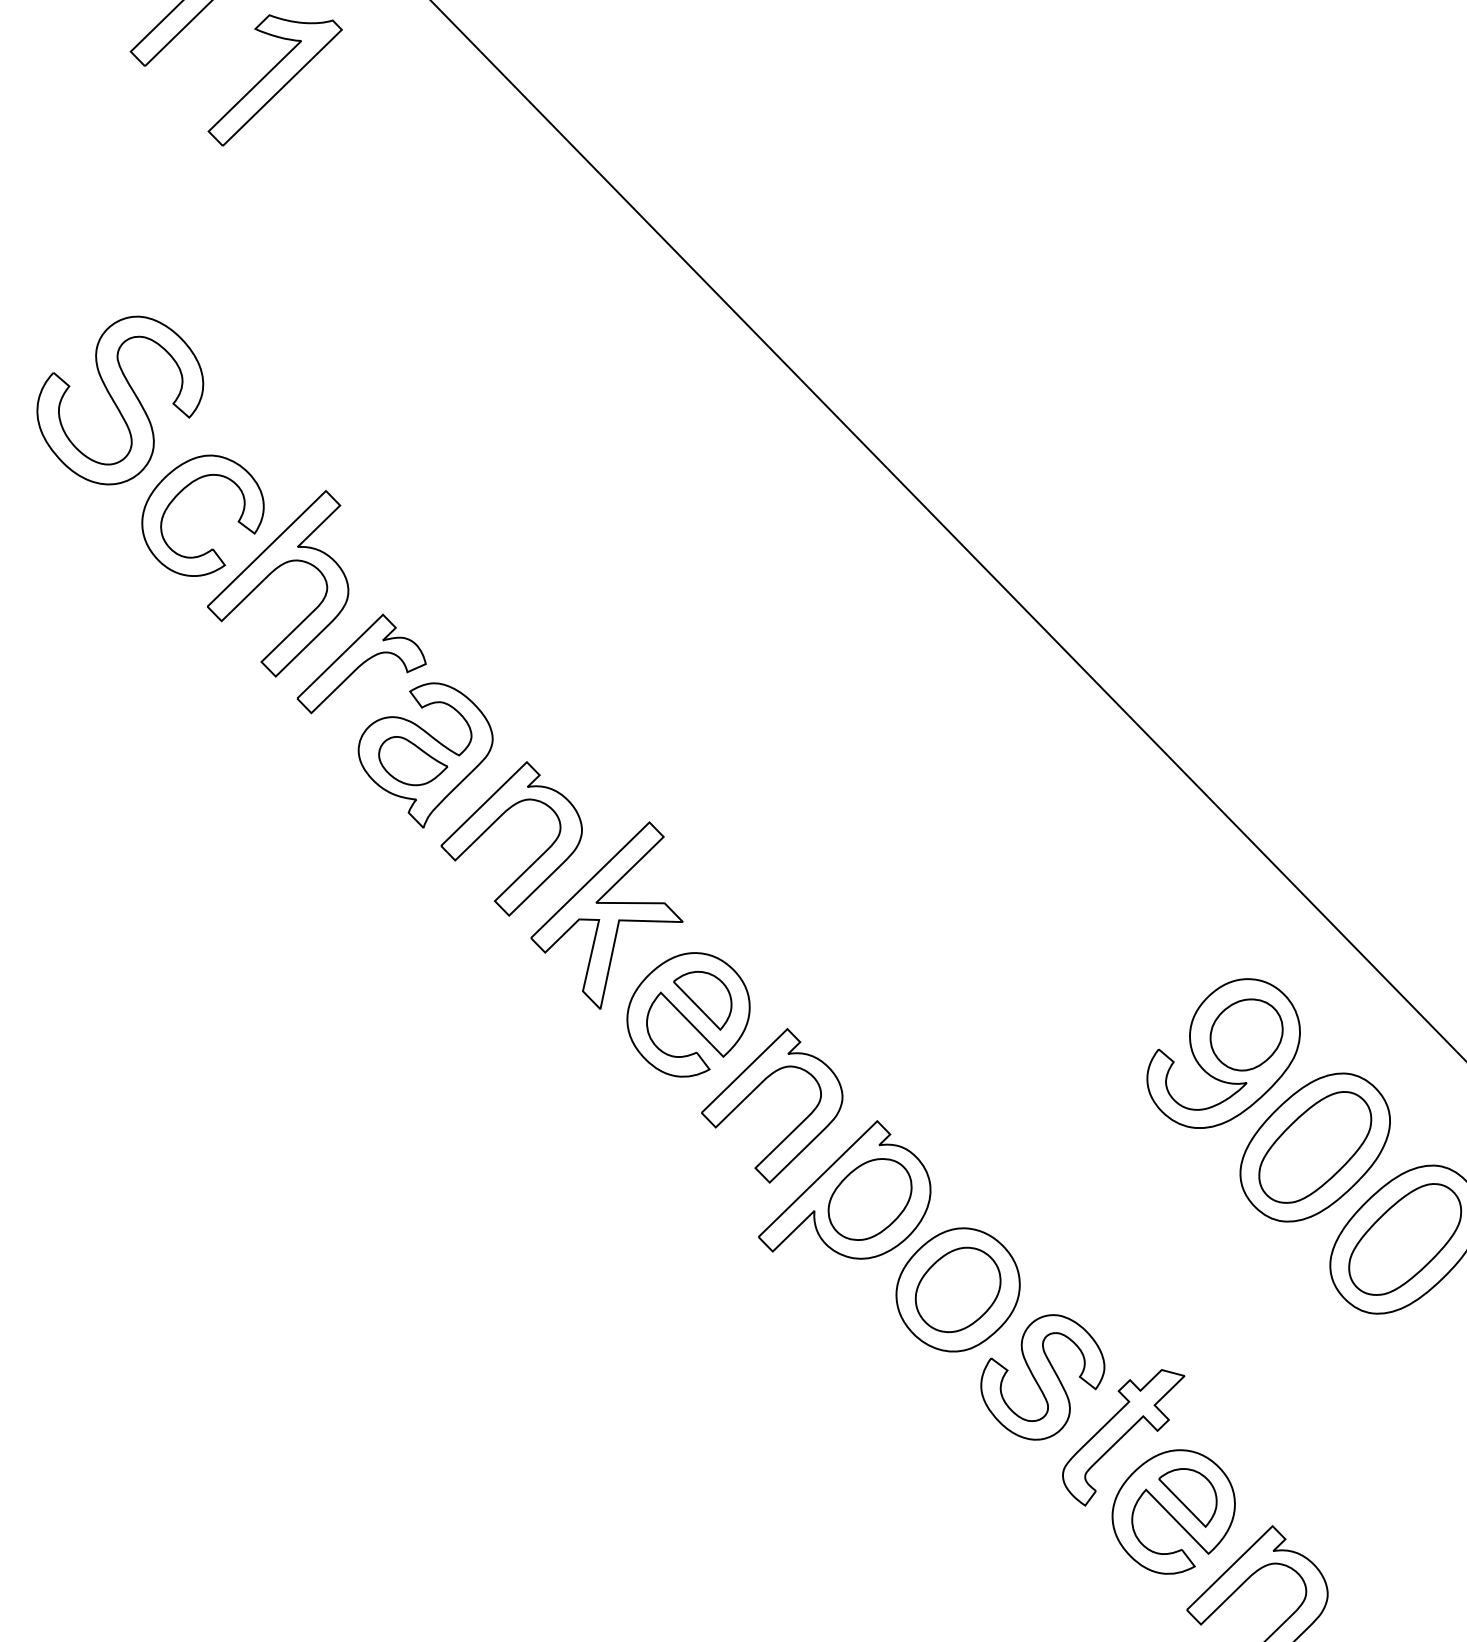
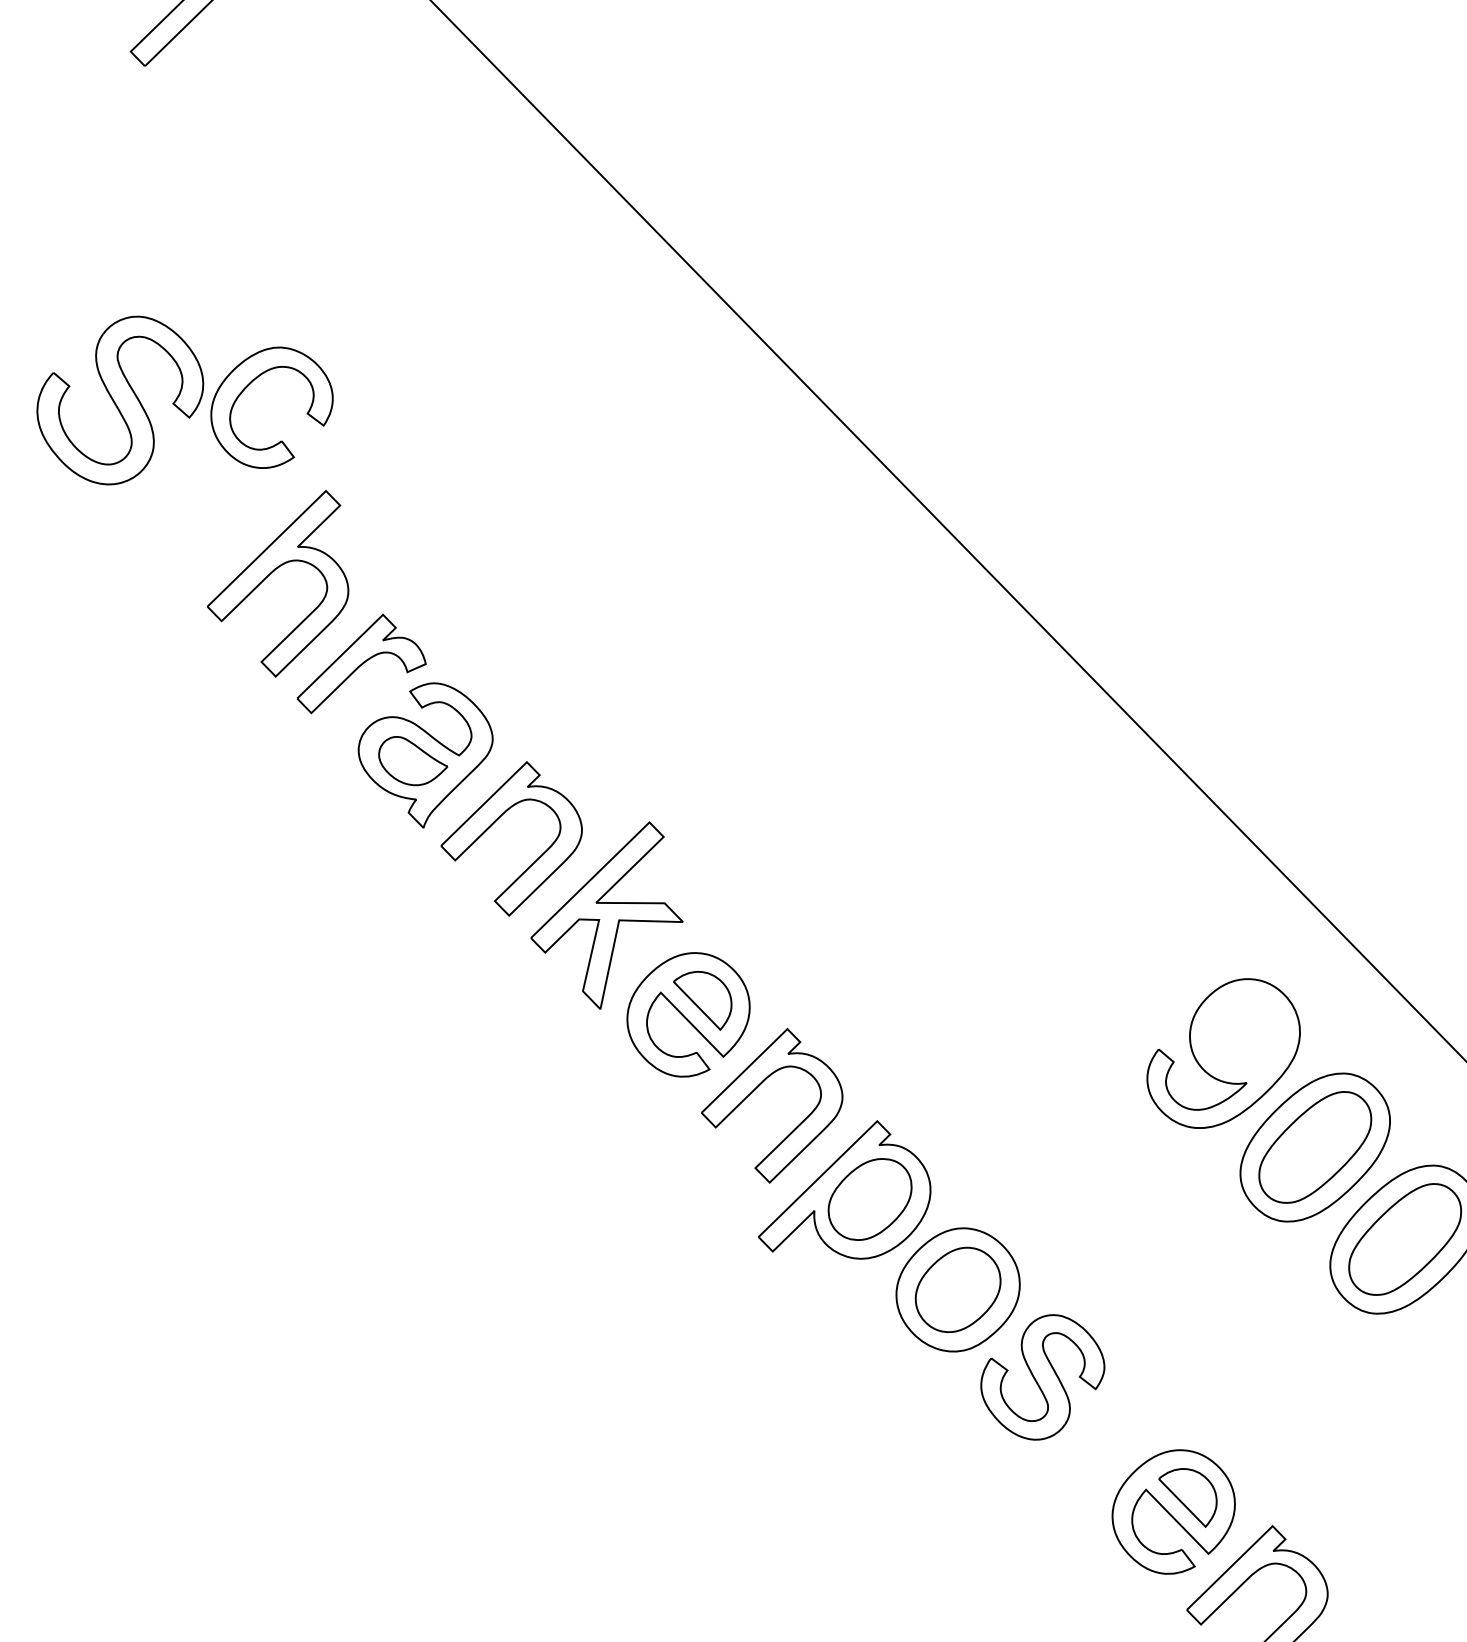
part at (274, 80): present -> none
part at (180, 493) position: (180, 493) -> (249, 385)
part at (1246, 1034): present -> none
part at (1123, 1437): present -> none
